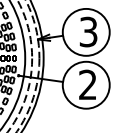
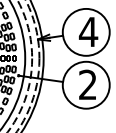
text at (88, 31): 3 -> 4
